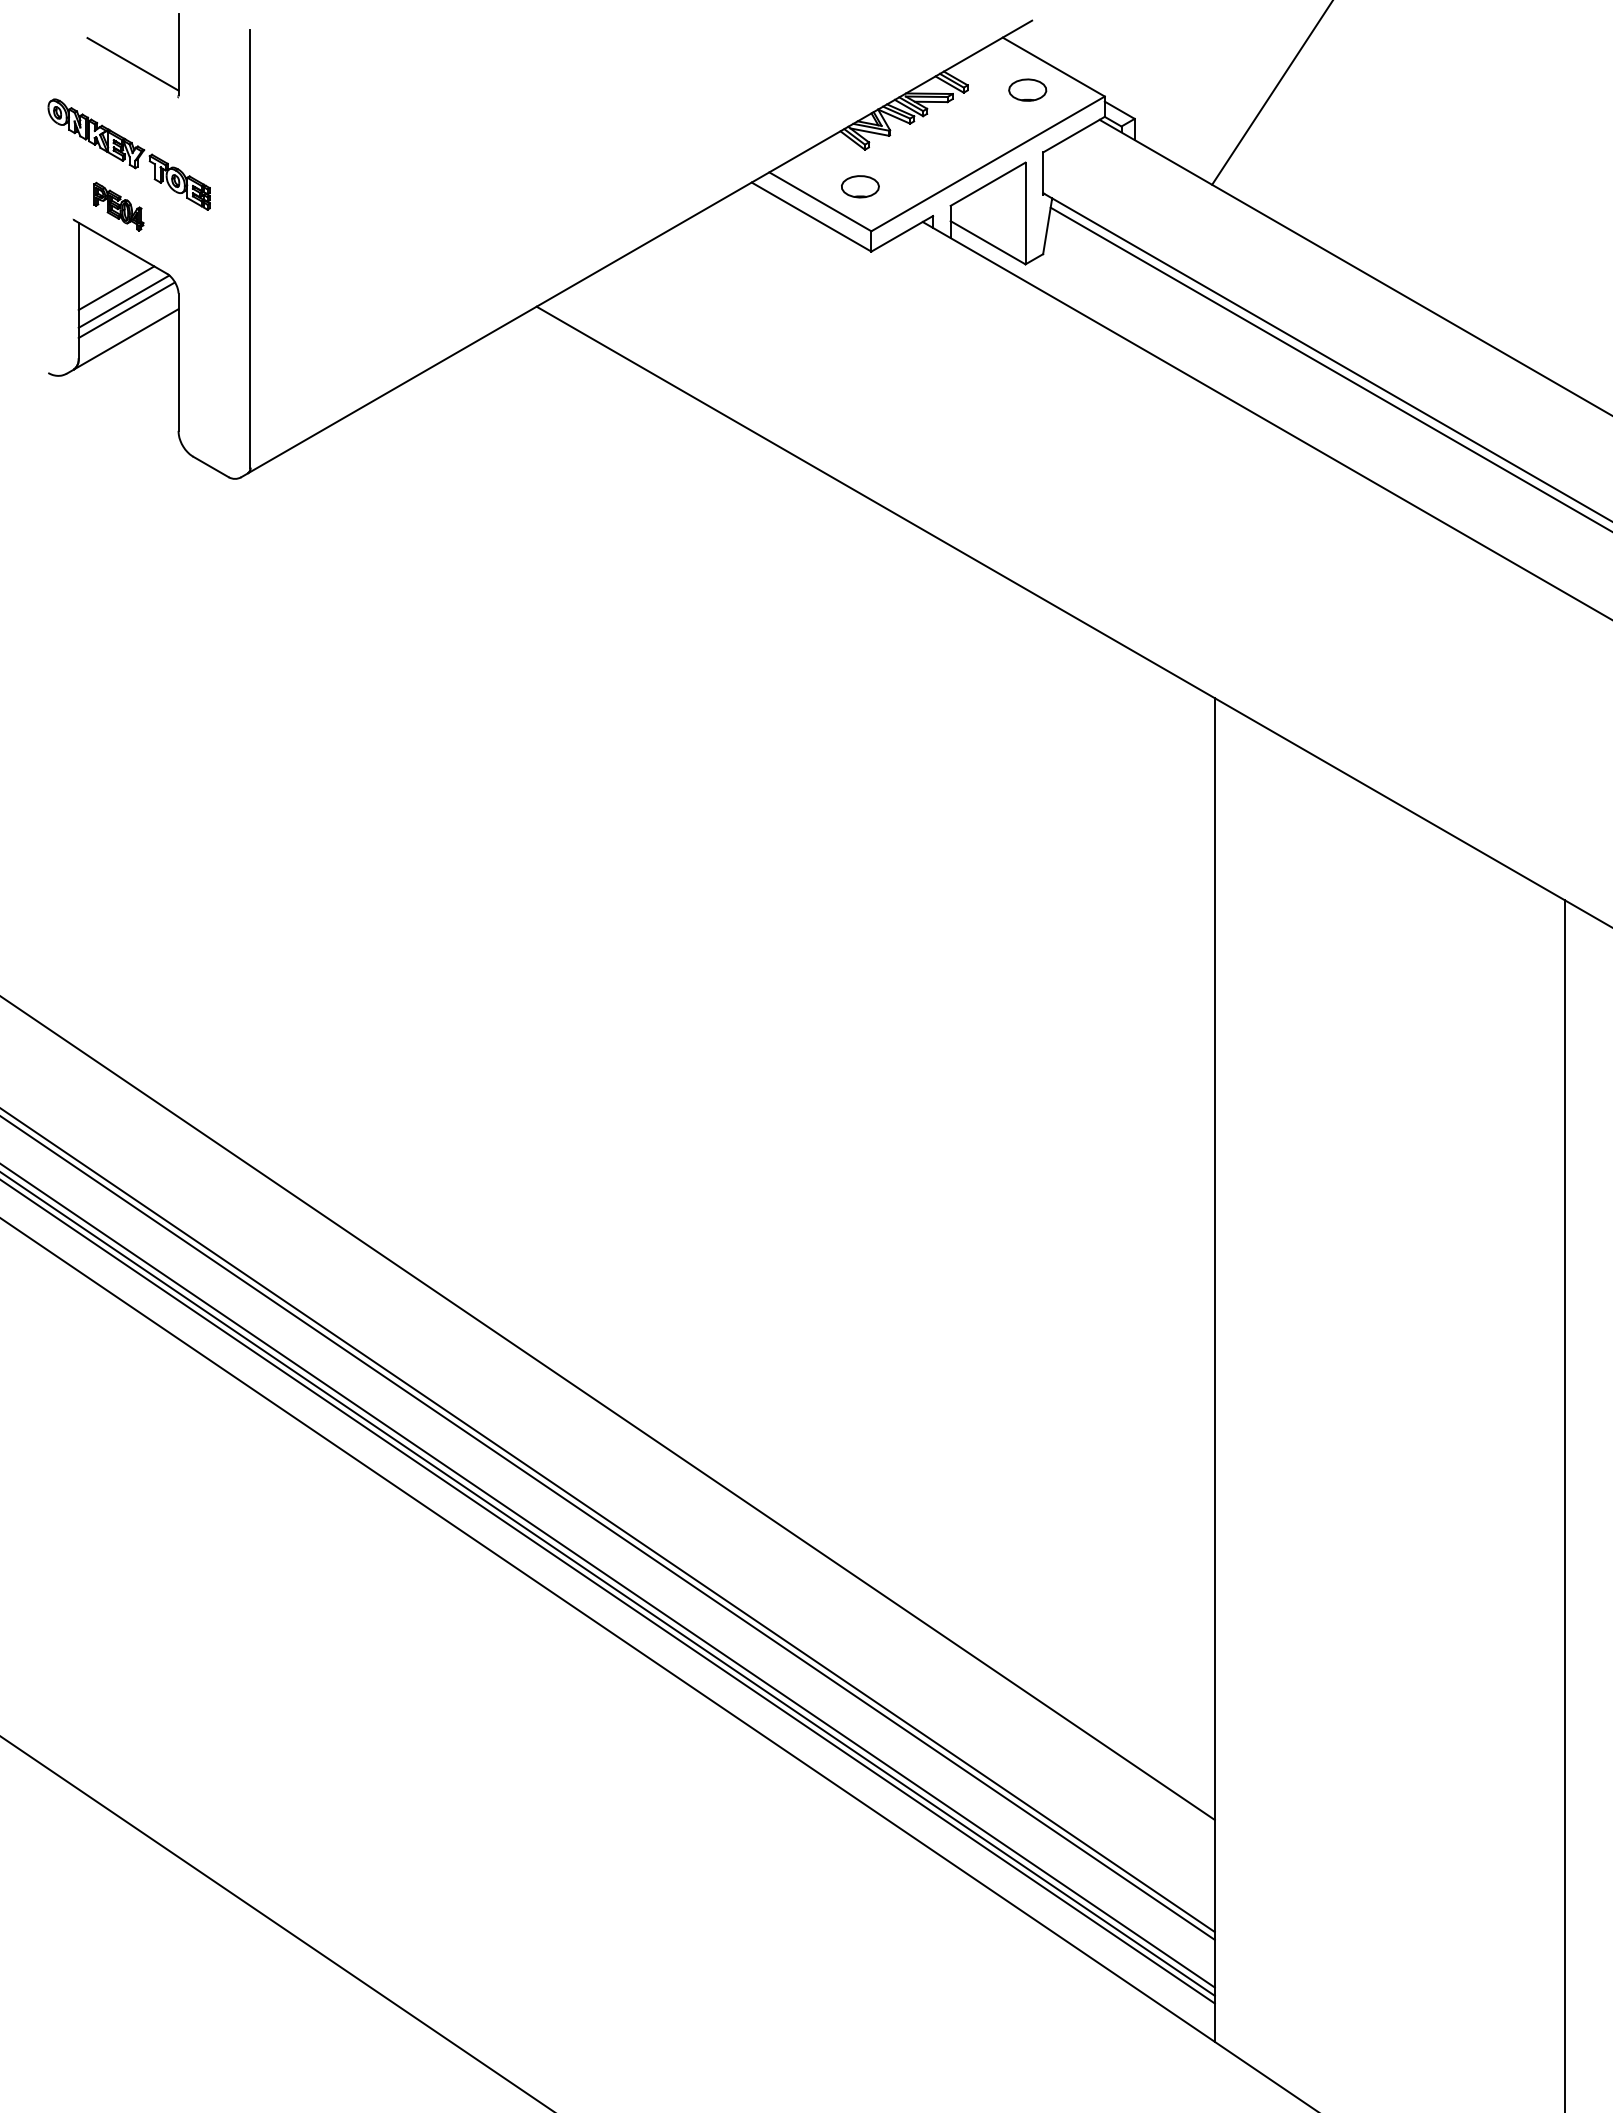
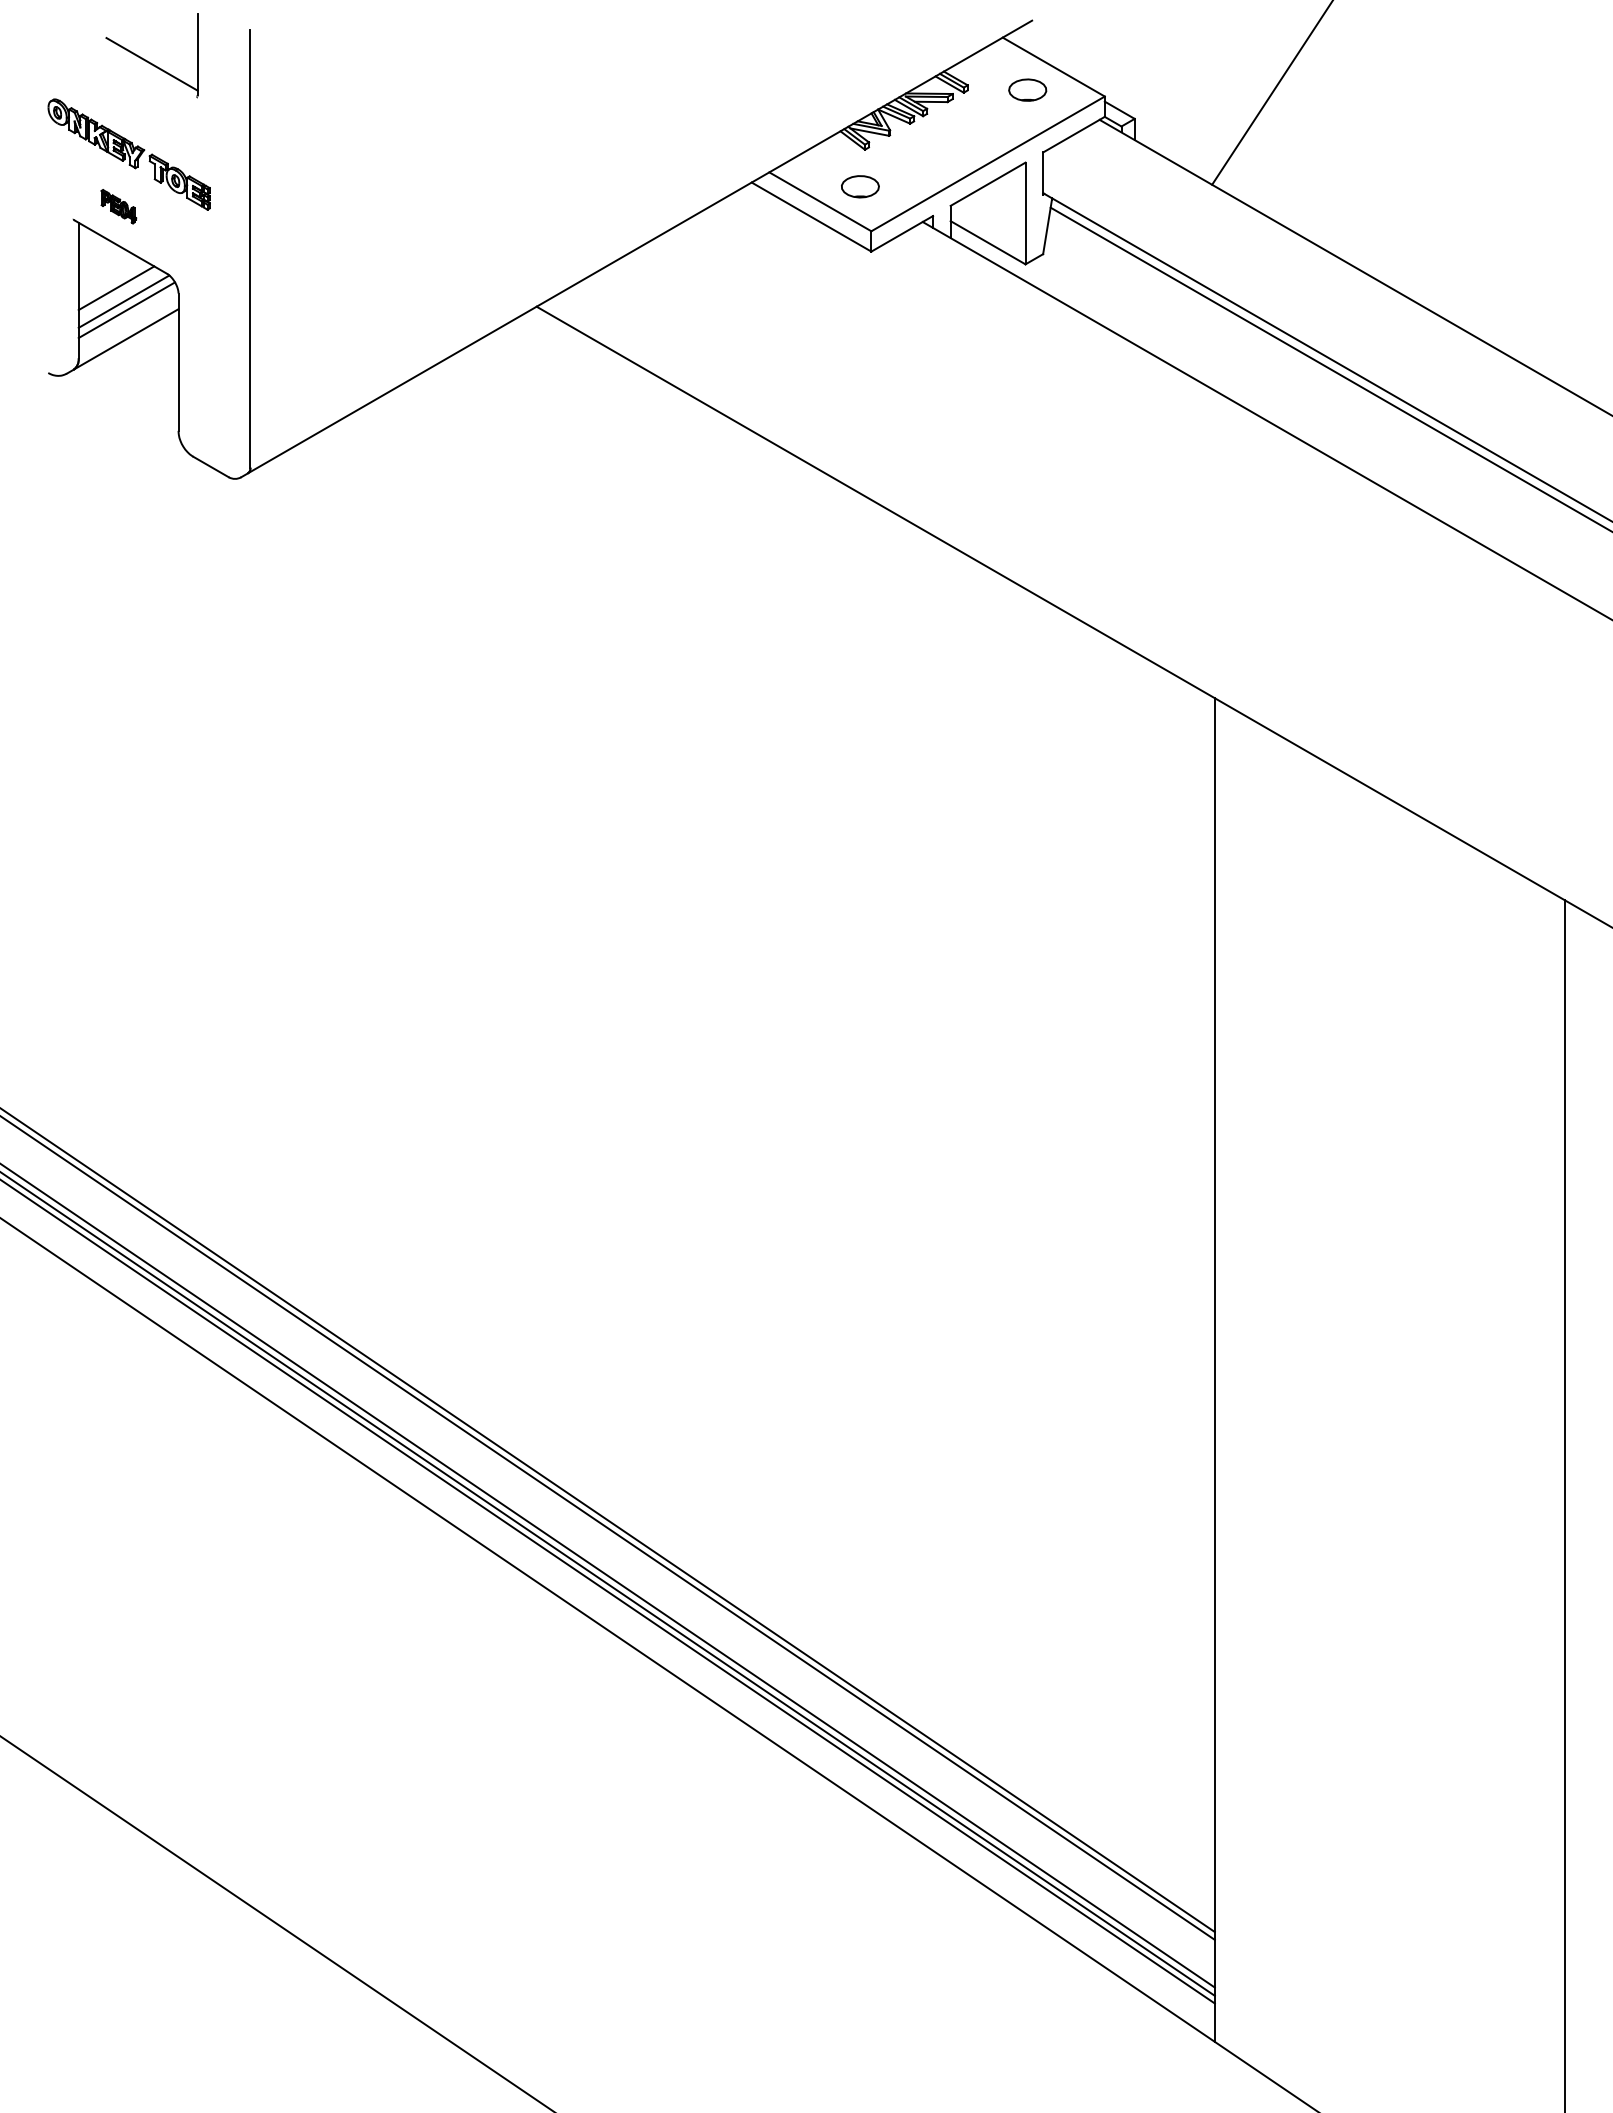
part at (130, 61) position: (130, 61) -> (149, 61)
part at (118, 206) size: 52x51 px -> 38x36 px
line at (608, 1408): present -> none
